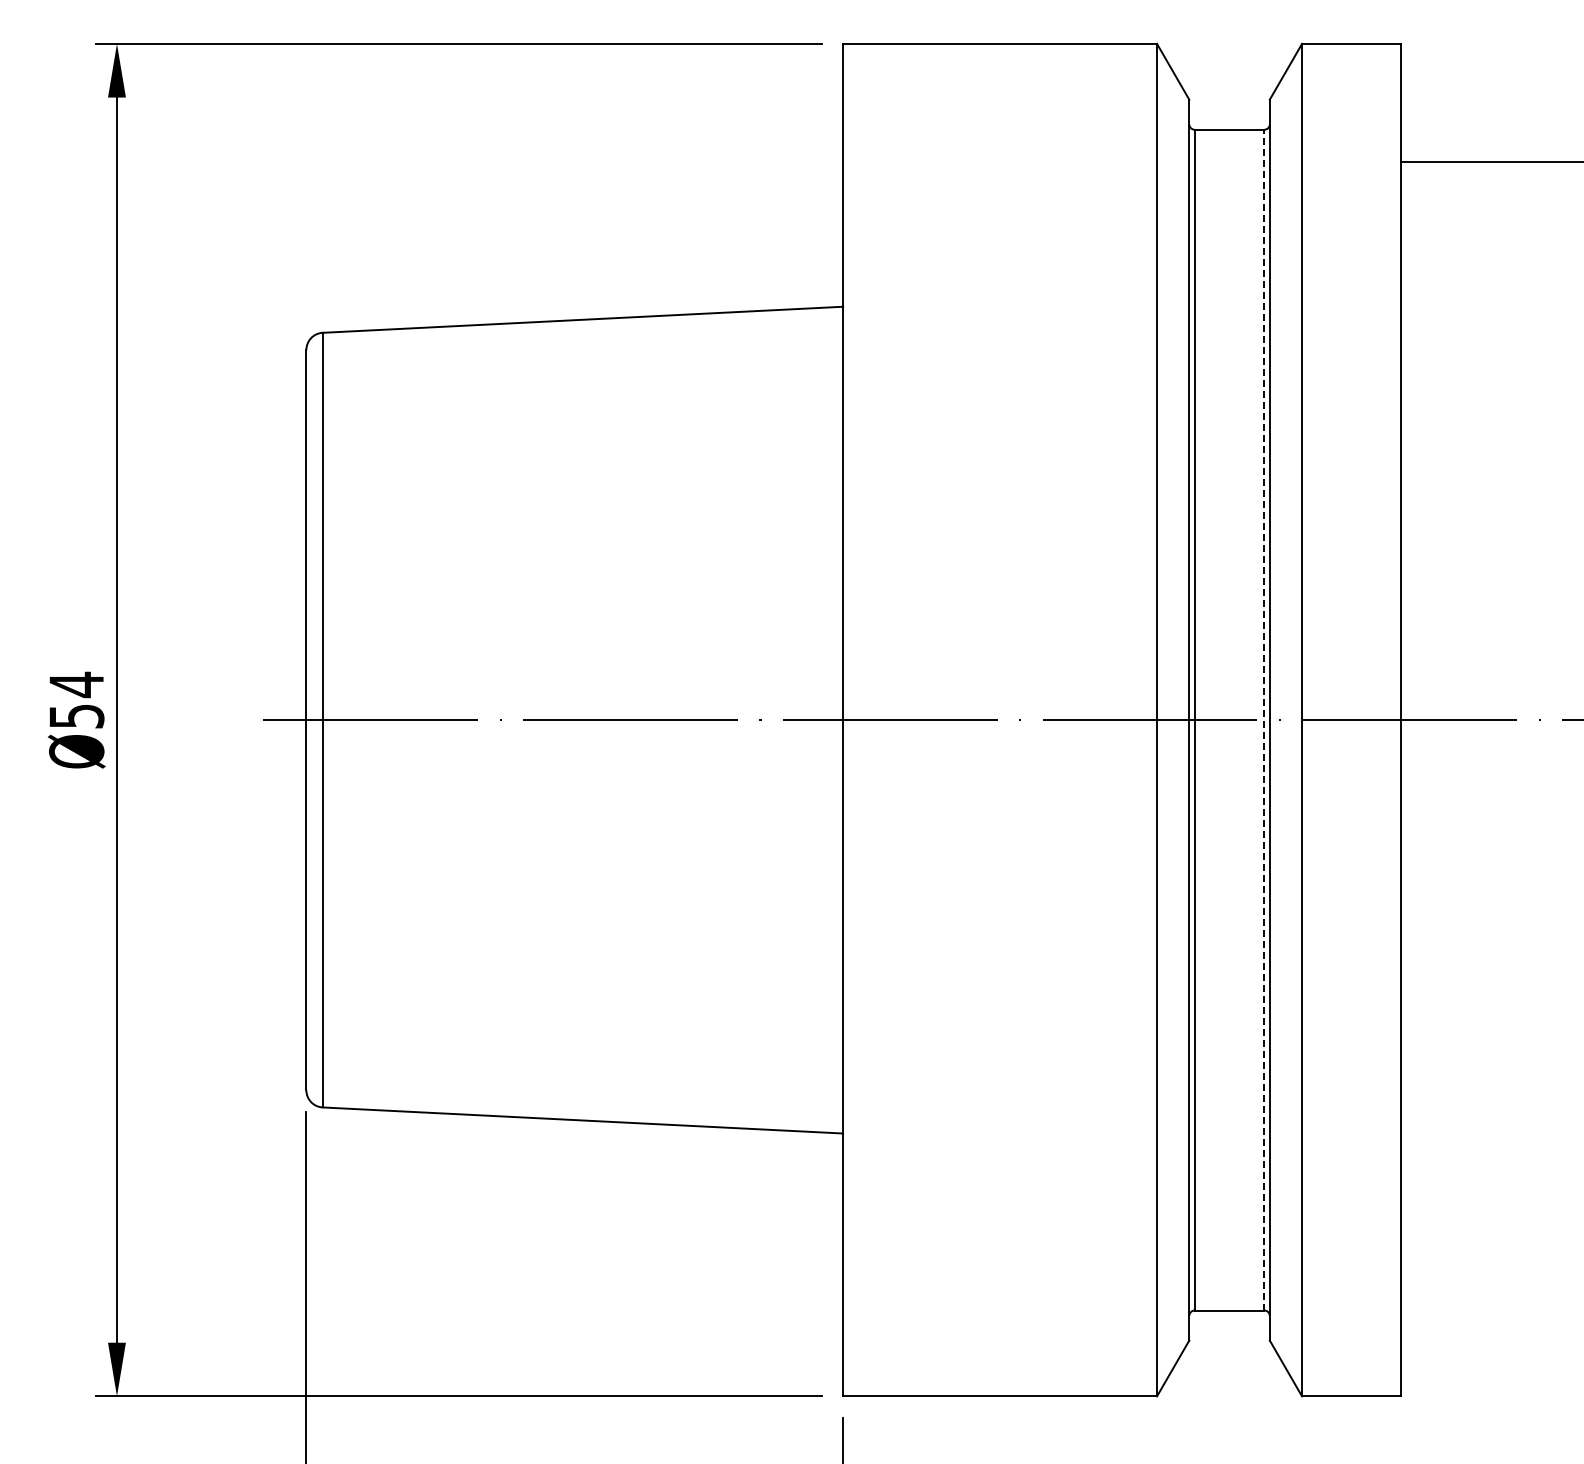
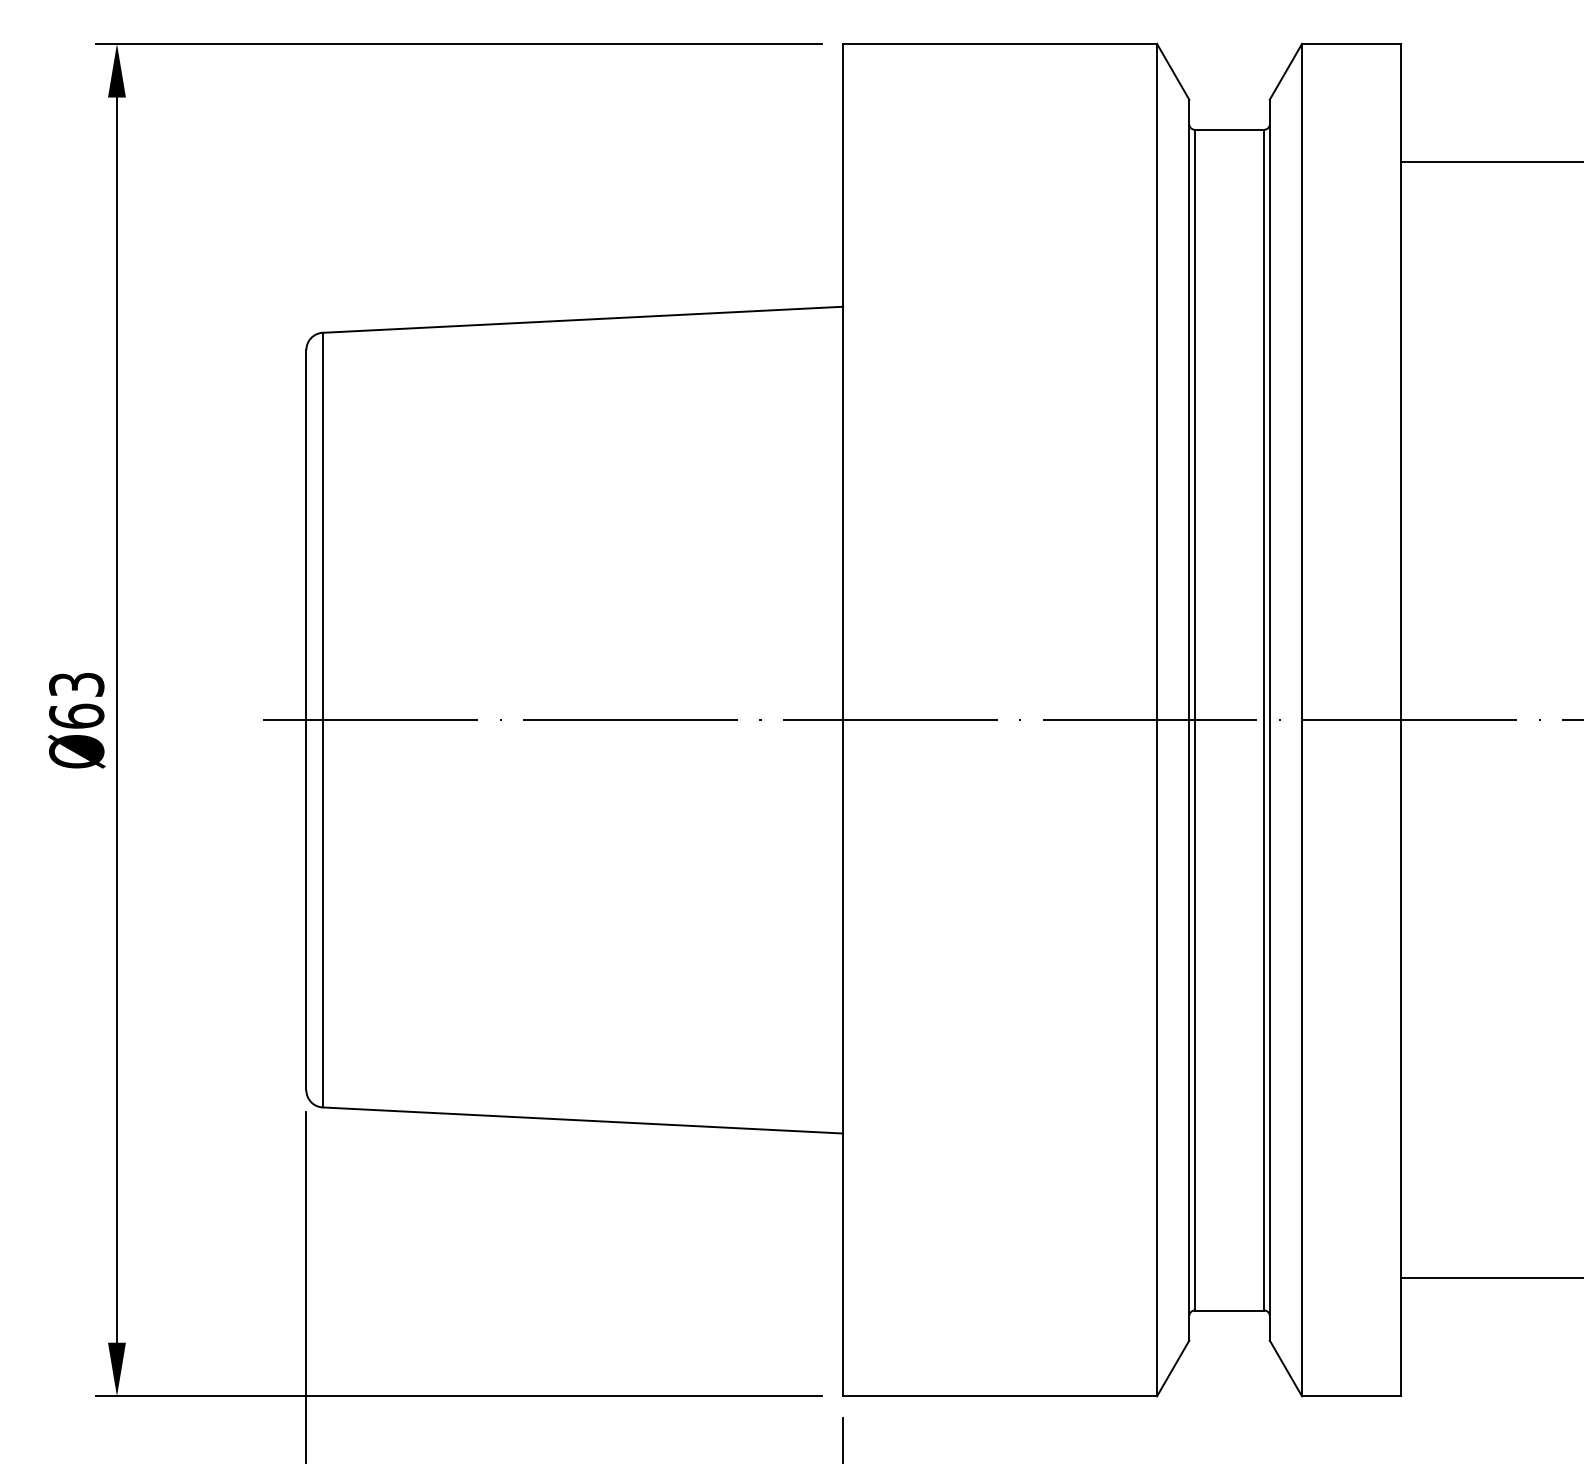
text at (76, 699): 54 -> 63
line at (1264, 719): dashed -> solid
line at (1490, 1278): none -> present
